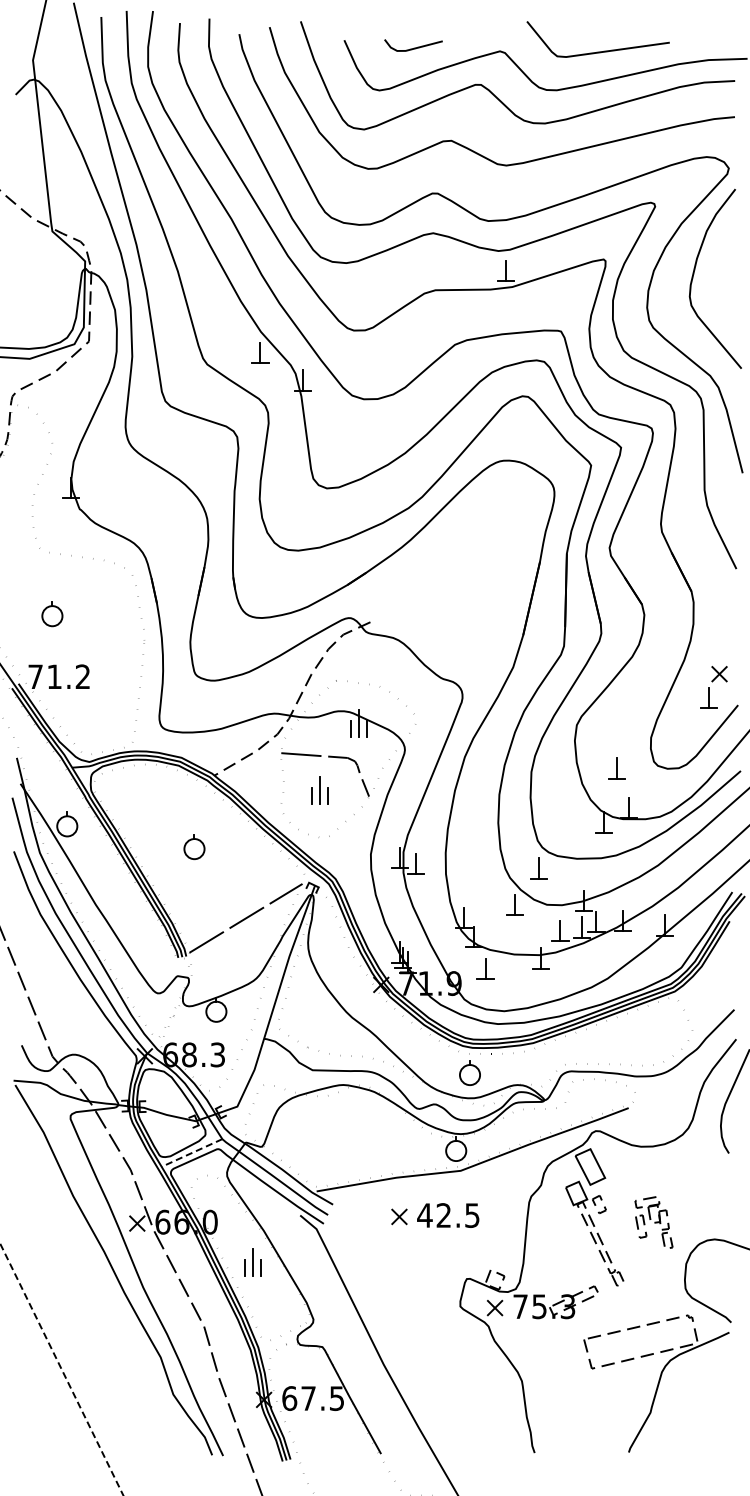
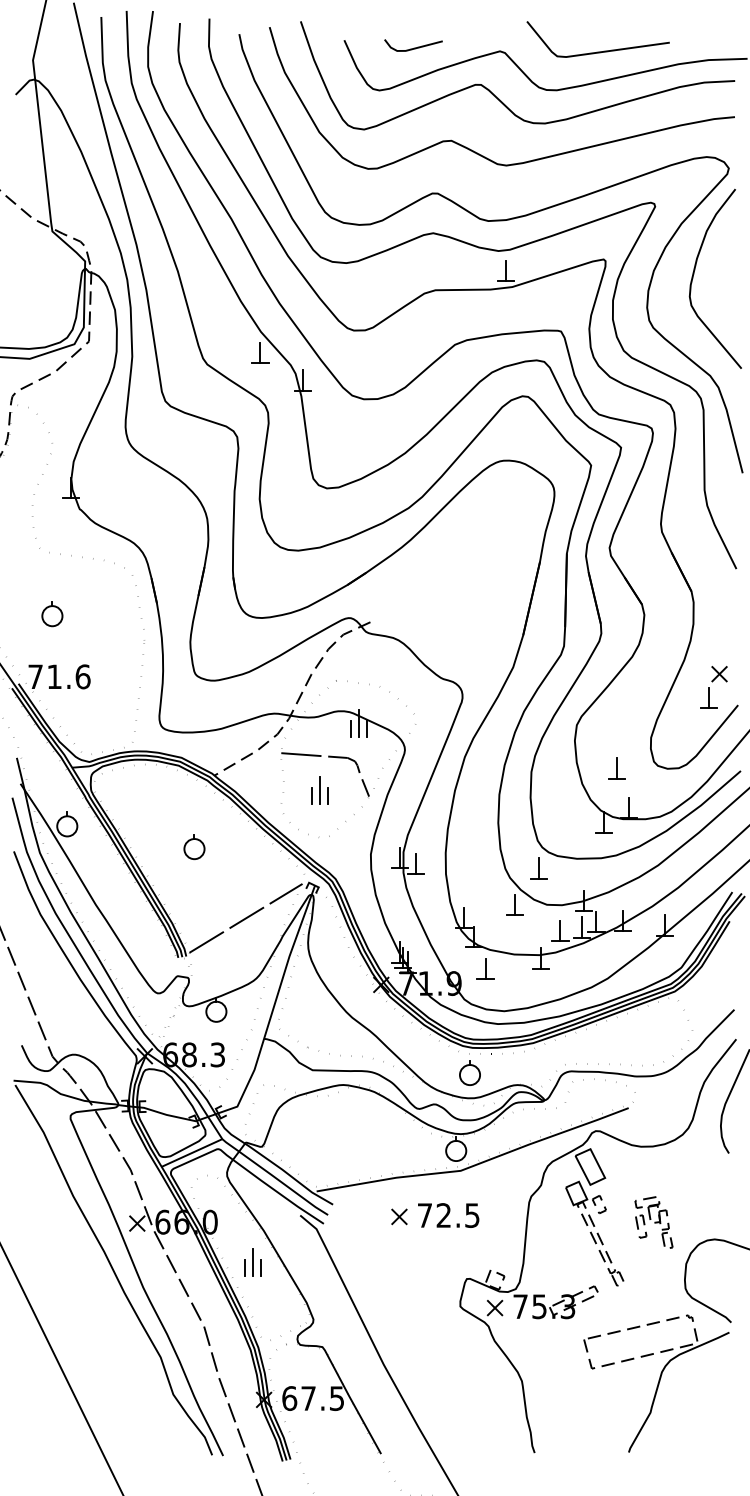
text at (82, 676): 71.2 -> 71.6
line at (191, 1153): dashed -> solid
text at (424, 1215): 42.5 -> 72.5
line at (61, 1369): dashed -> solid
